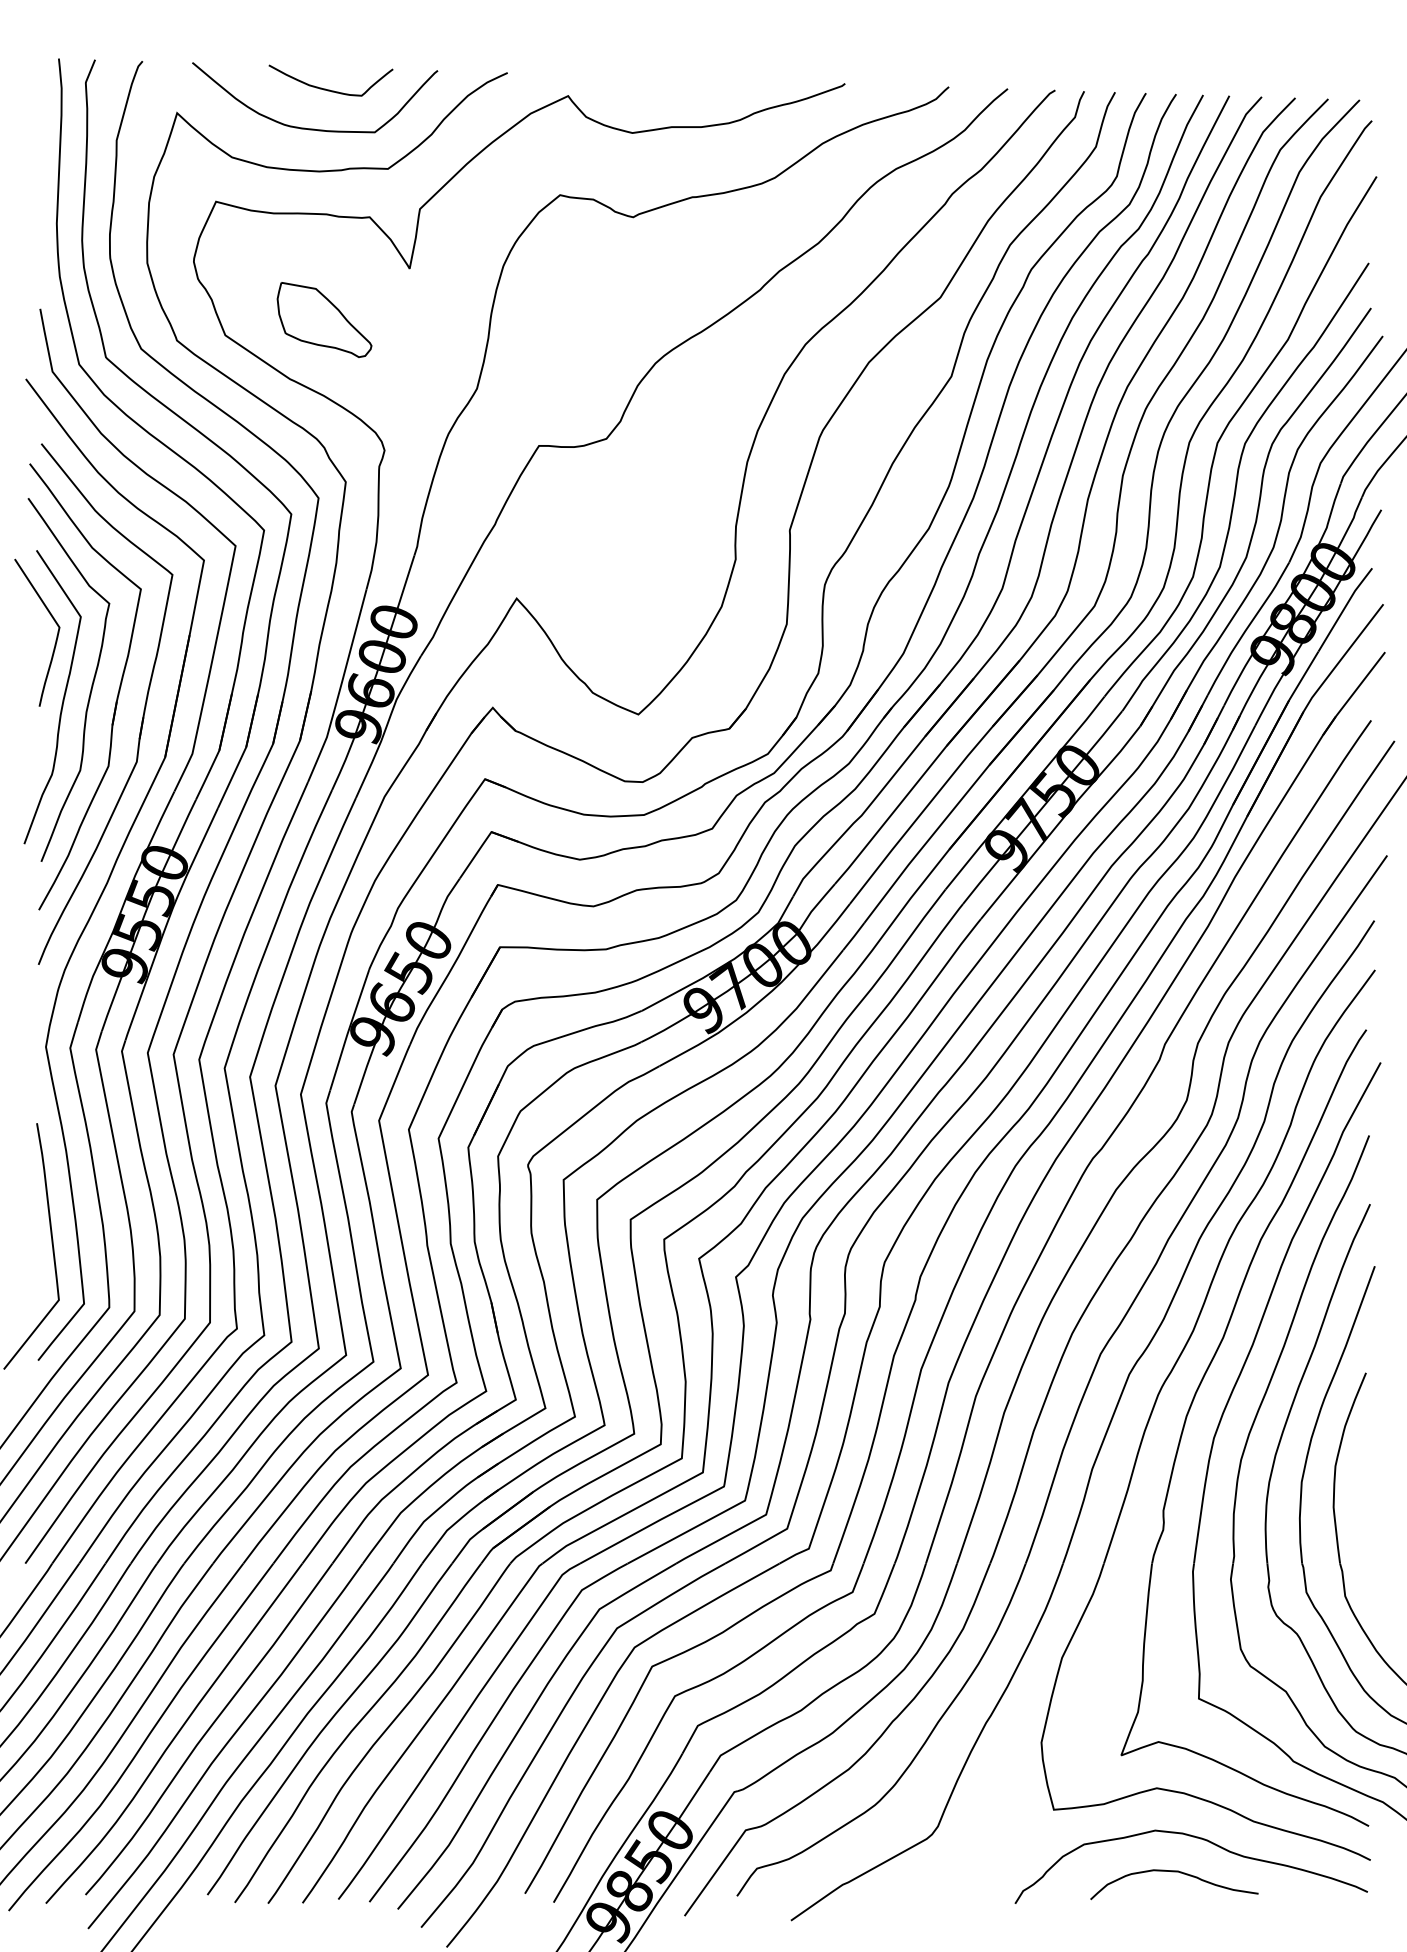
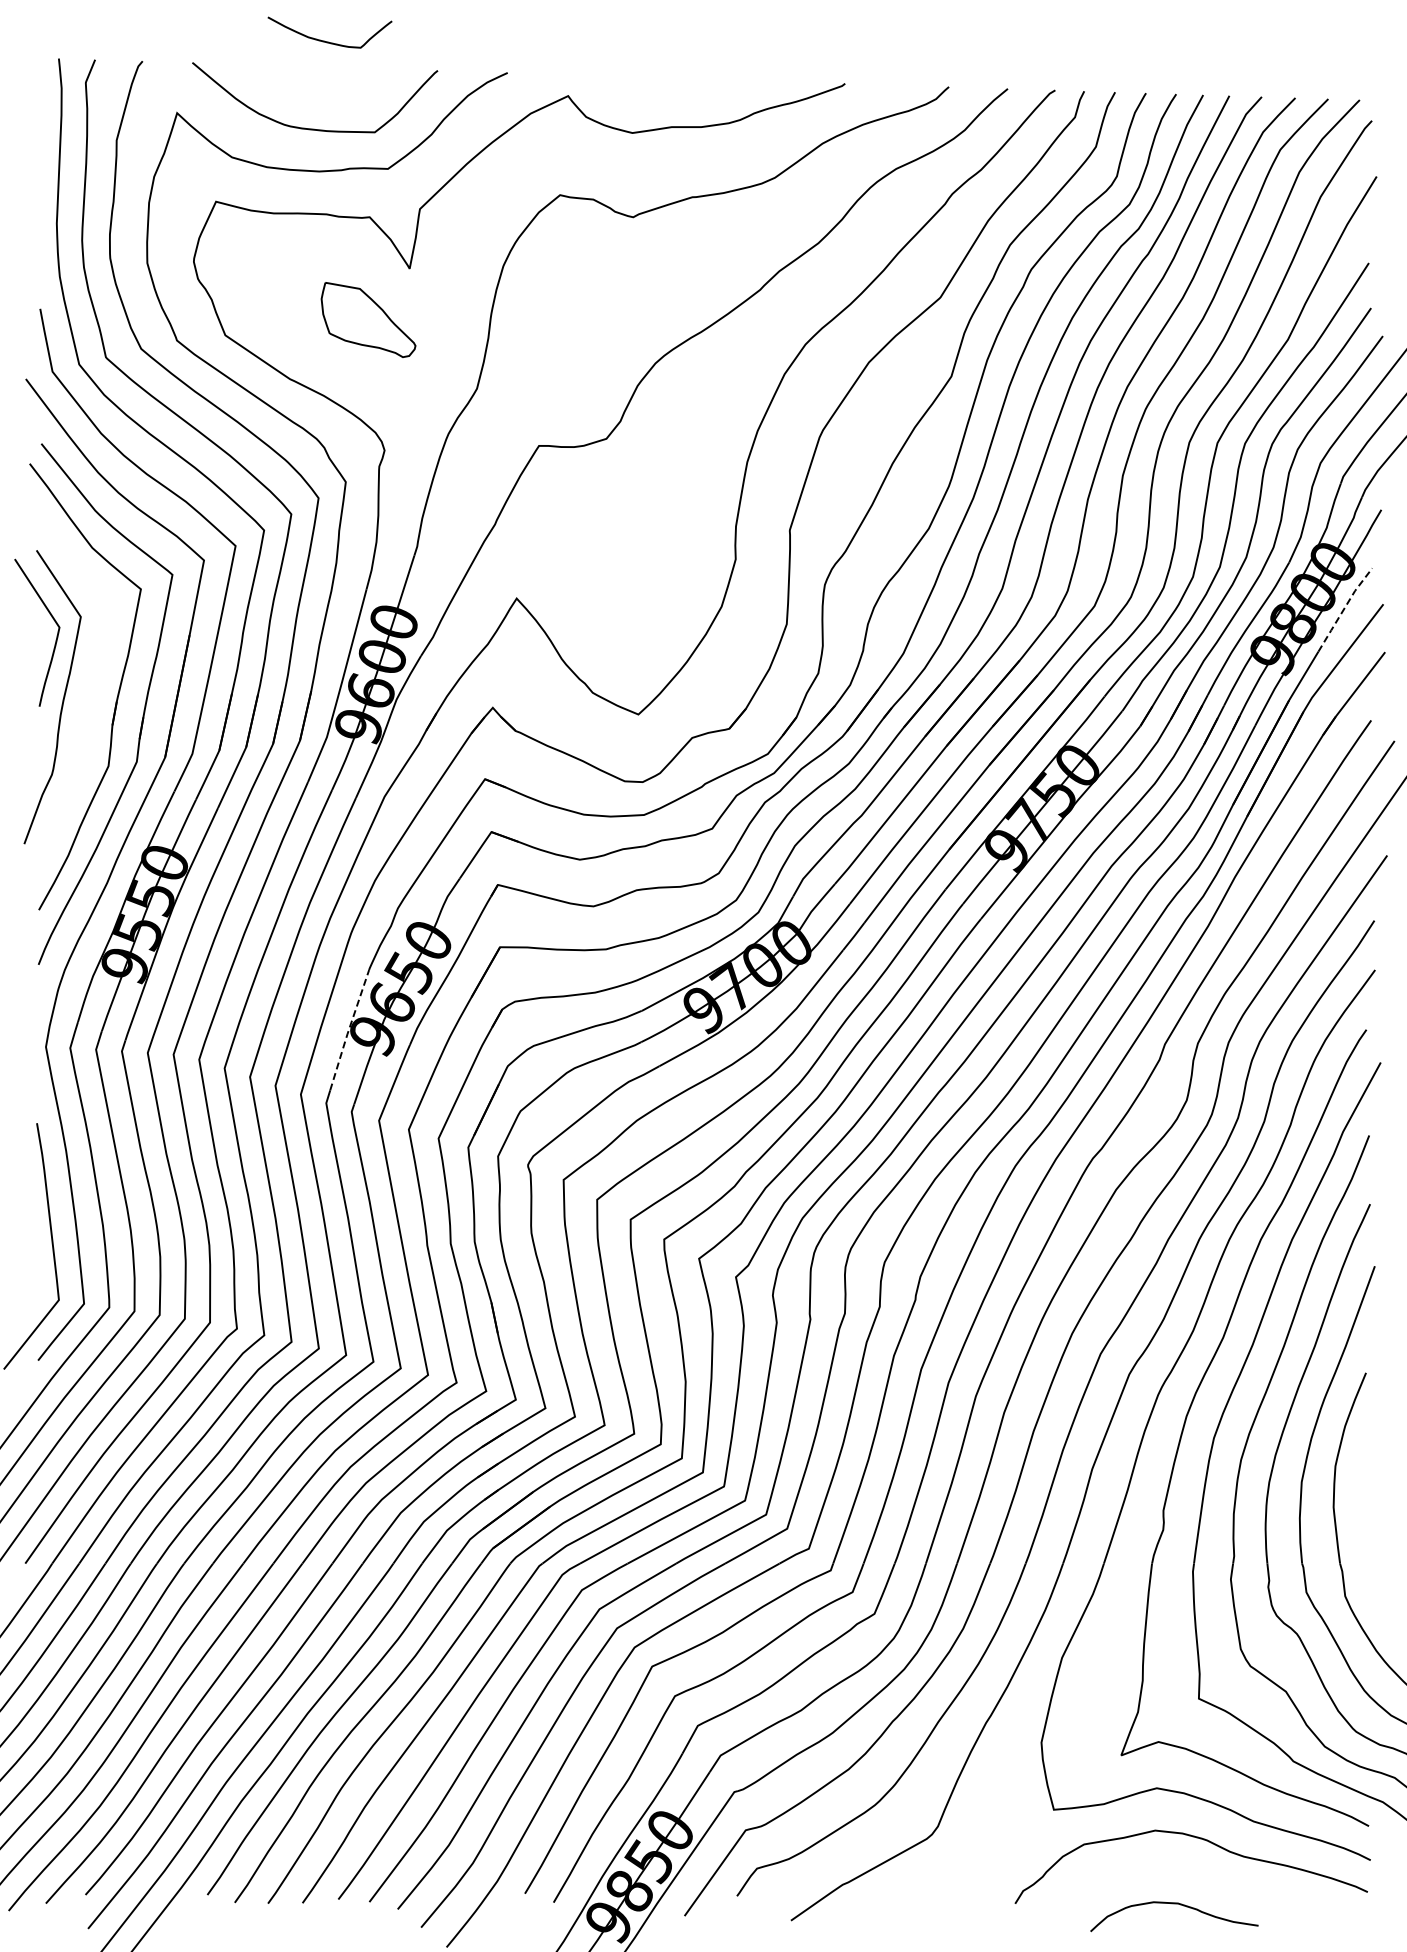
curve at (329, 89) position: (329, 89) -> (328, 41)
part at (324, 319) position: (324, 319) -> (368, 319)
line at (1344, 608): solid -> dashed
curve at (91, 684): present -> none
line at (348, 1031): solid -> dashed
curve at (1174, 1872) position: (1174, 1872) -> (1174, 1904)
